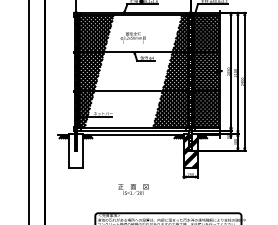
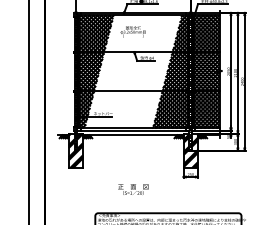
text at (132, 37) position: (132, 37) -> (132, 31)
hatch at (75, 150): none -> present
